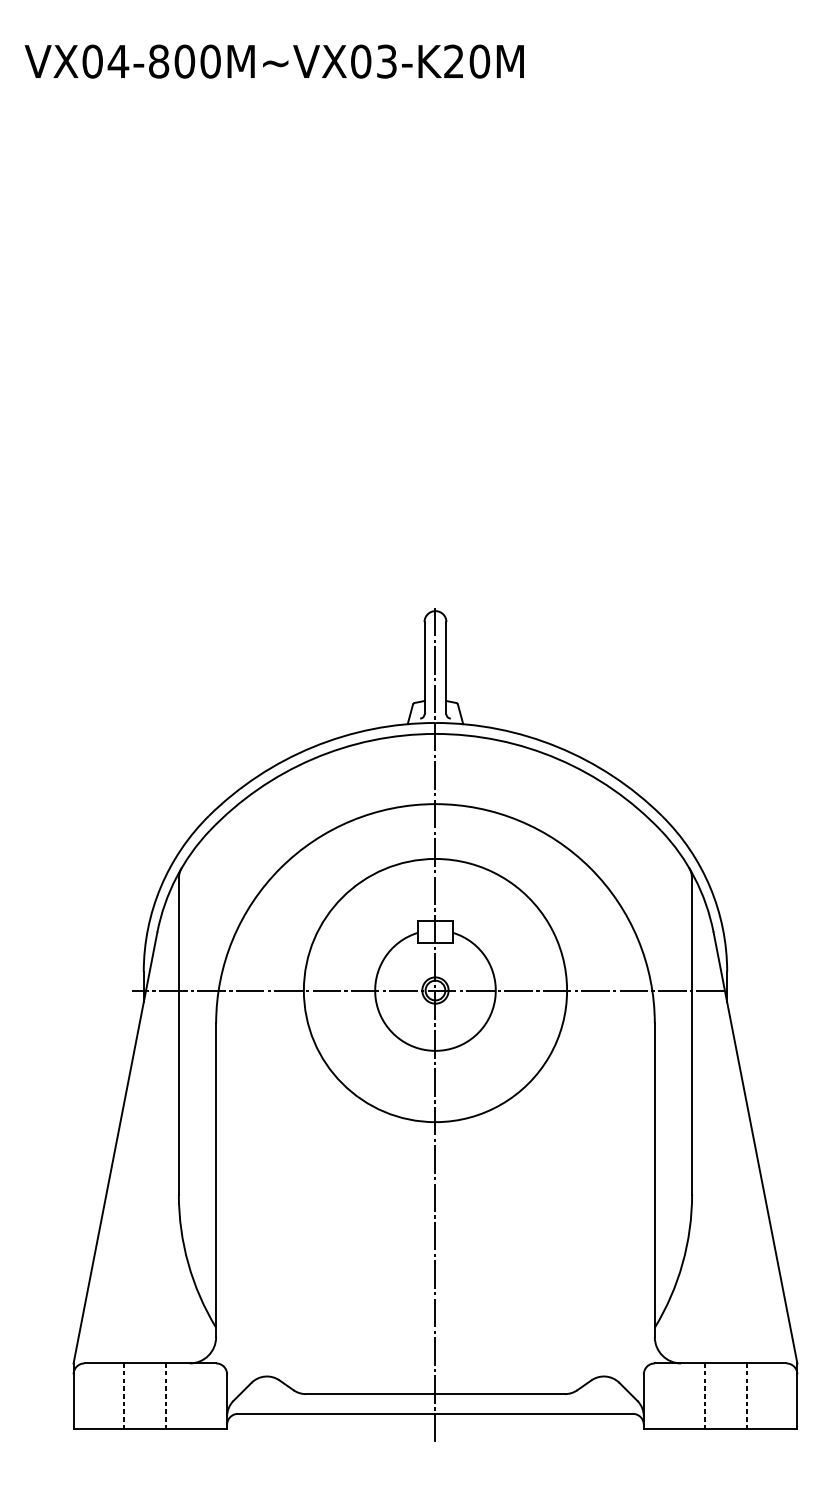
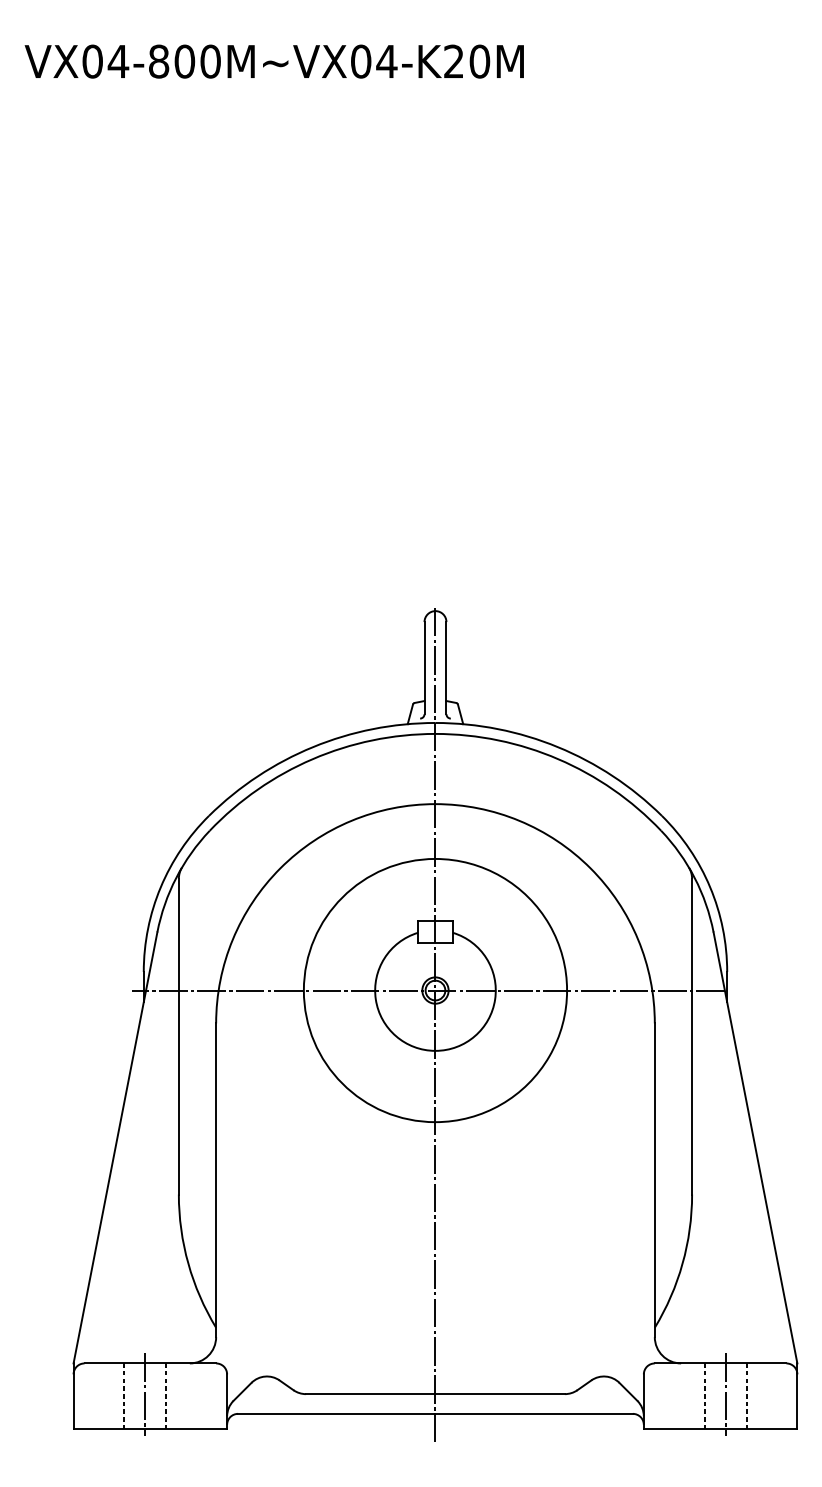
text at (386, 61): VX04-800M~VX03-K20M -> VX04-800M~VX04-K20M
line at (144, 1394): none -> present
line at (726, 1394): none -> present
